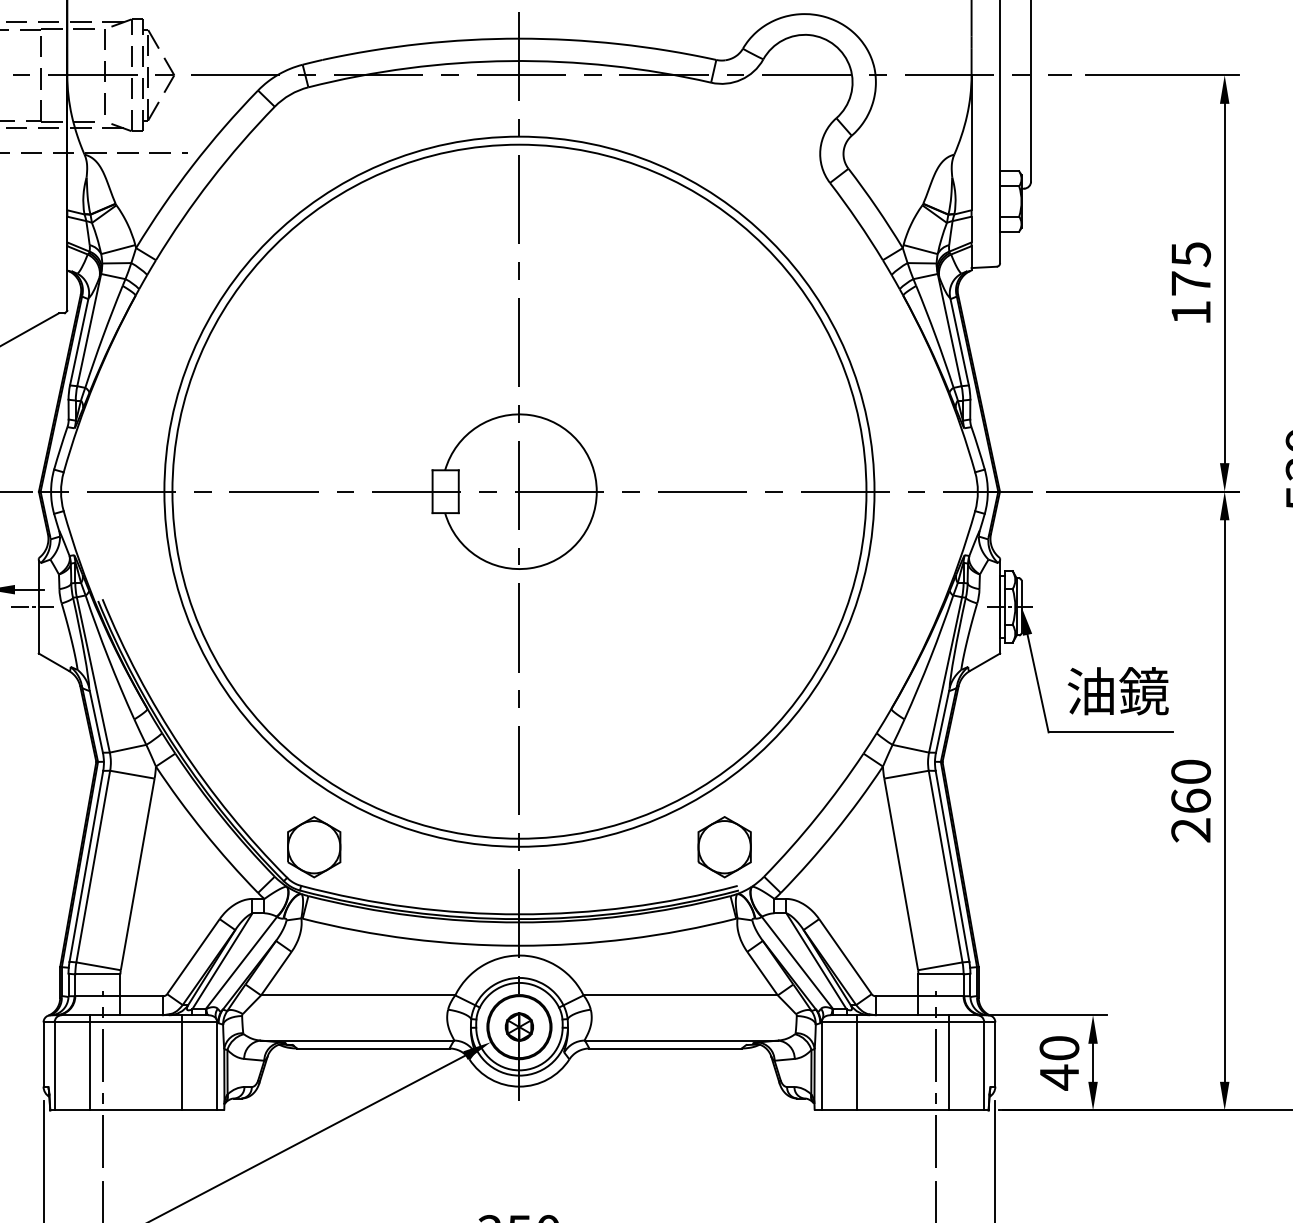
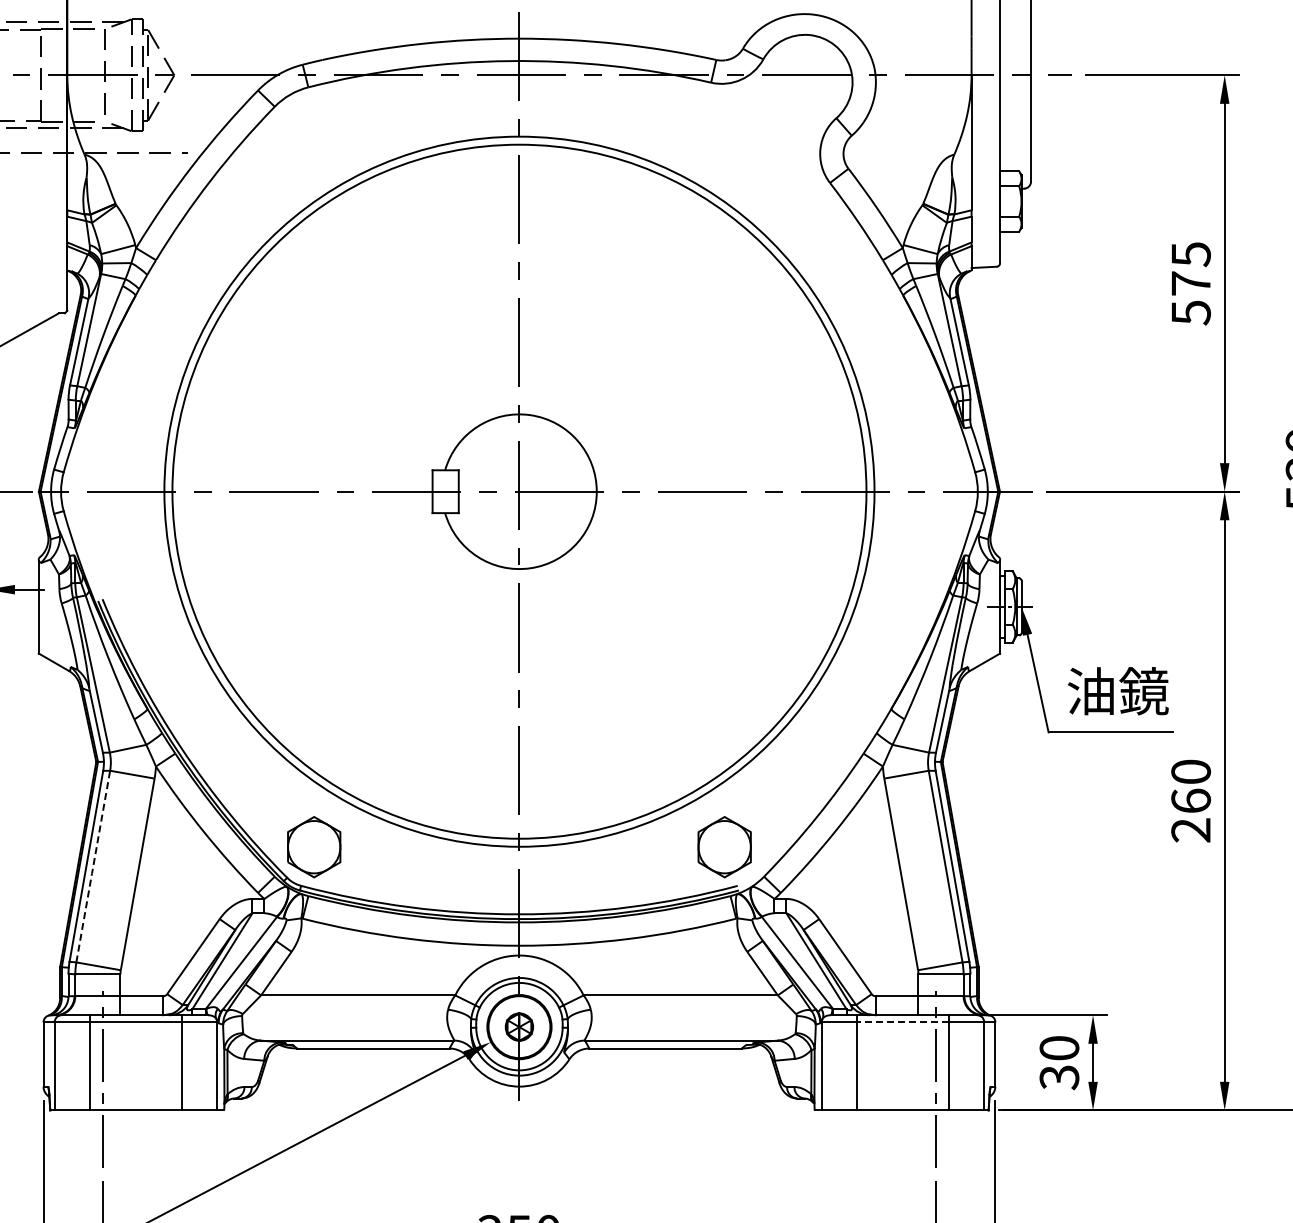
text at (1191, 312): 175 -> 575
line at (31, 606): present -> none
line at (93, 866): solid -> dashed
line at (902, 1022): solid -> dashed
text at (1059, 1077): 40 -> 30
